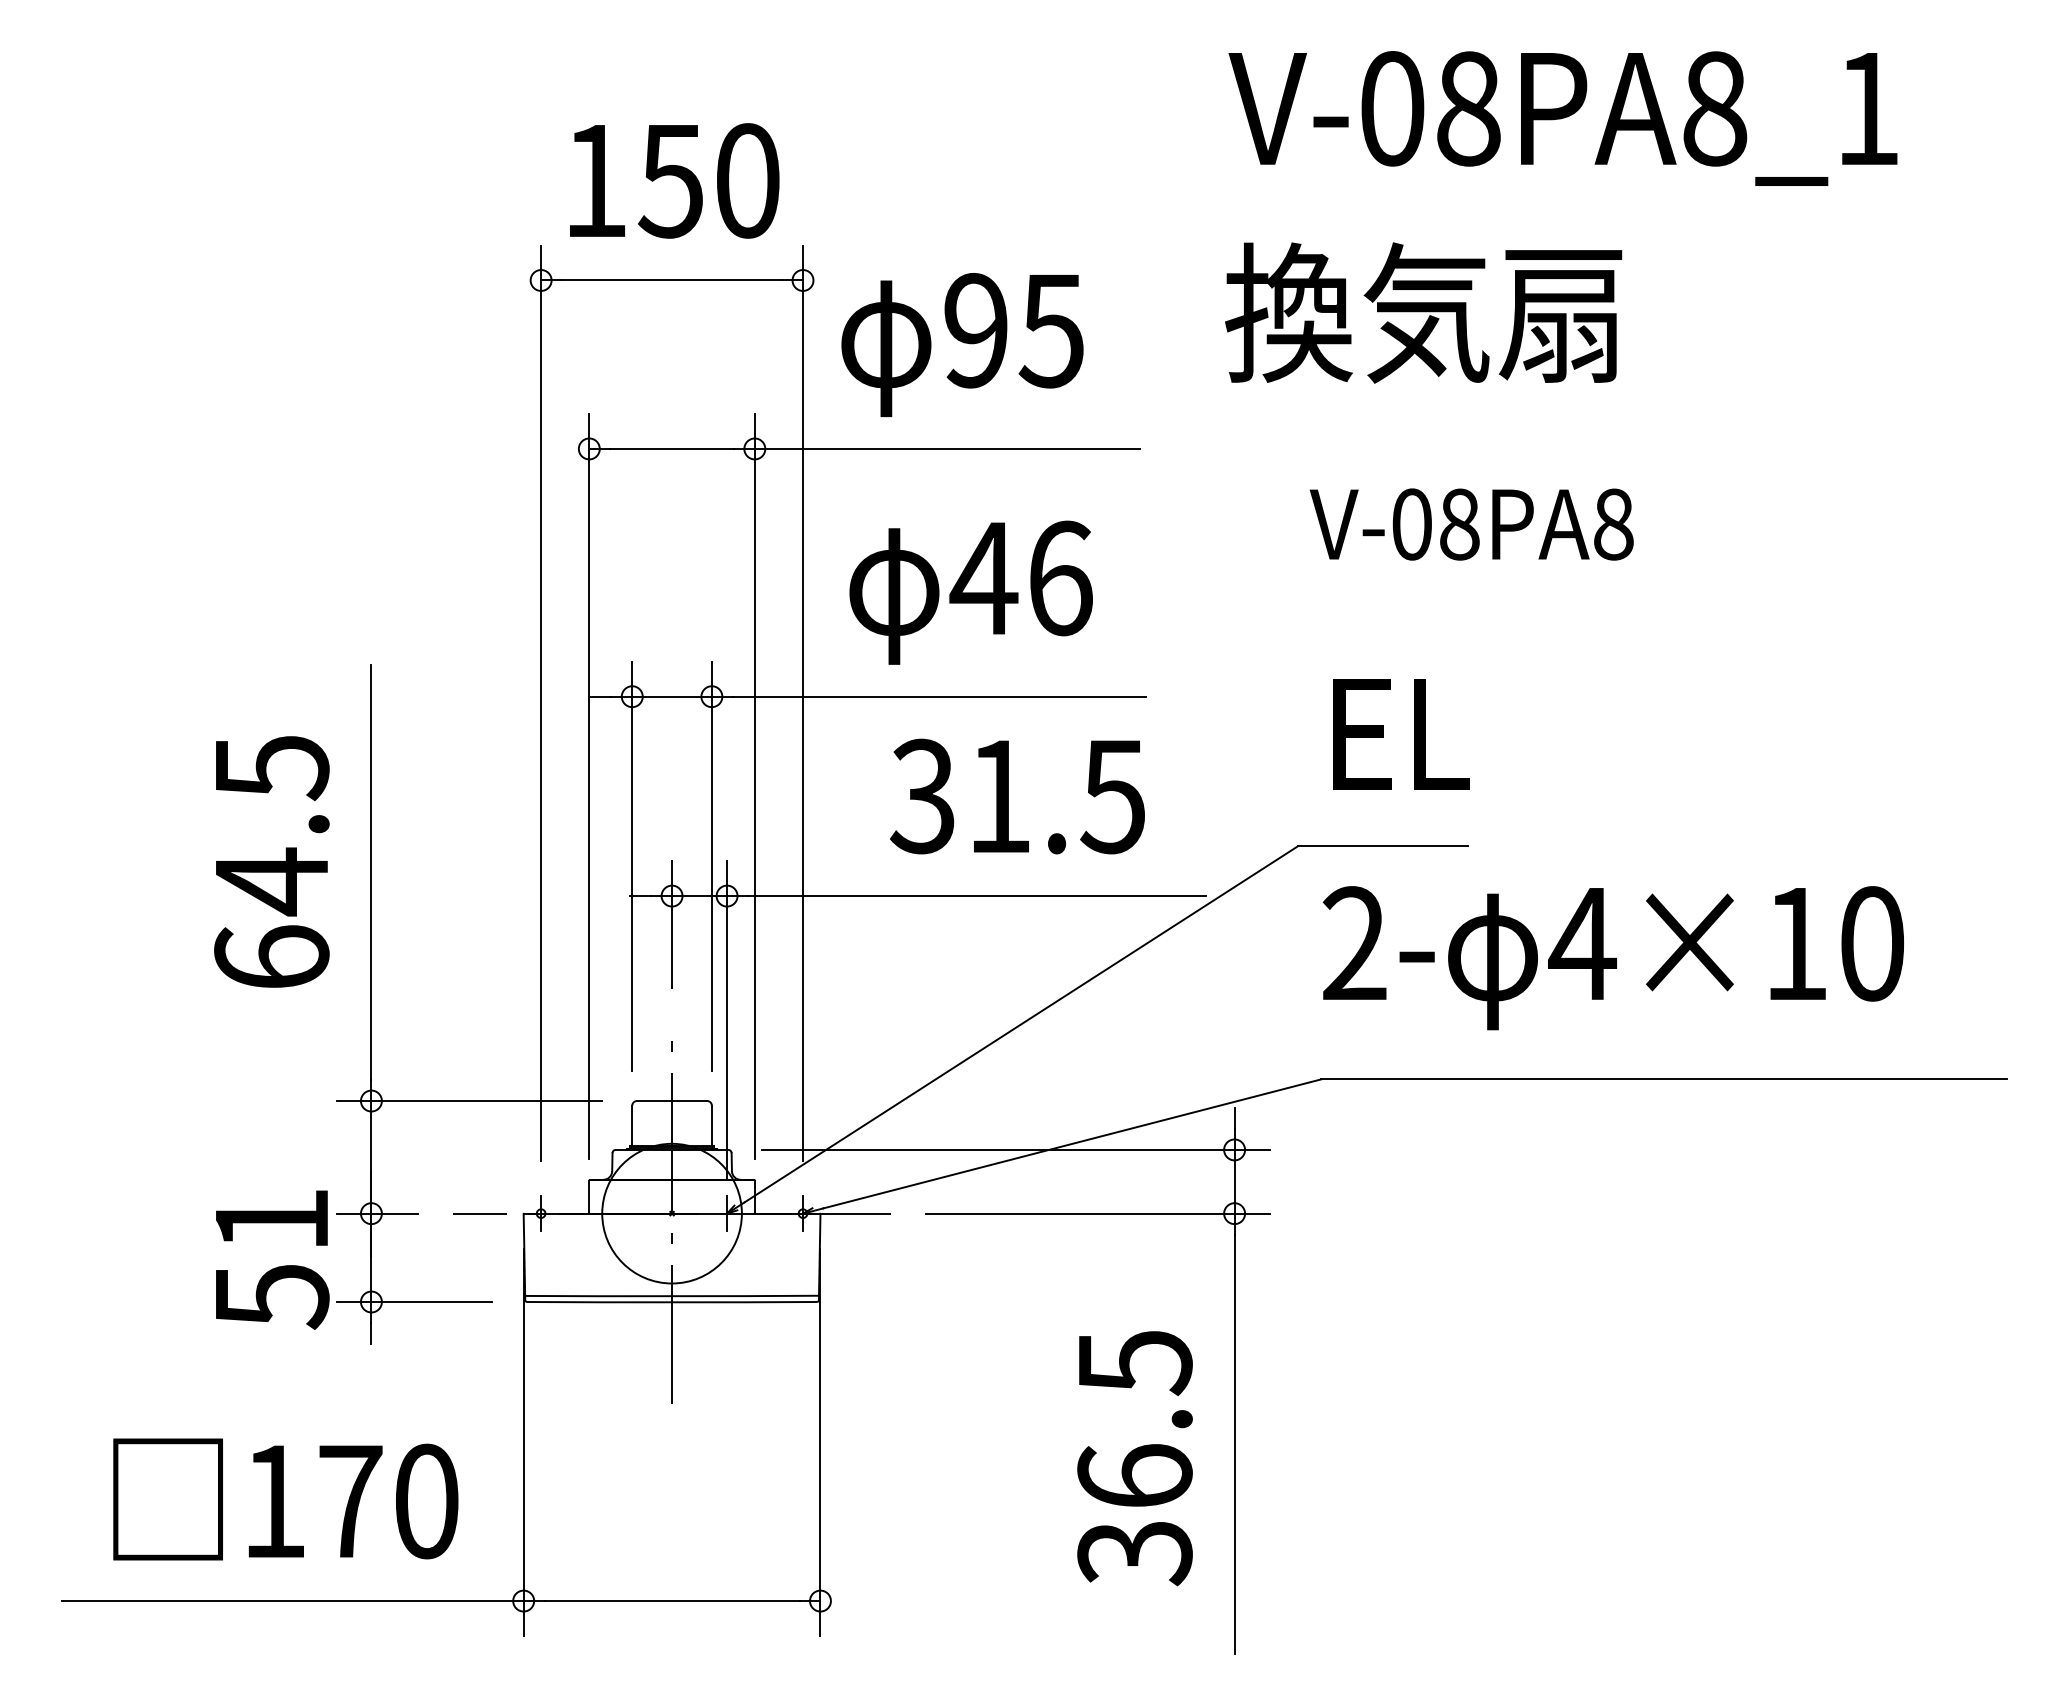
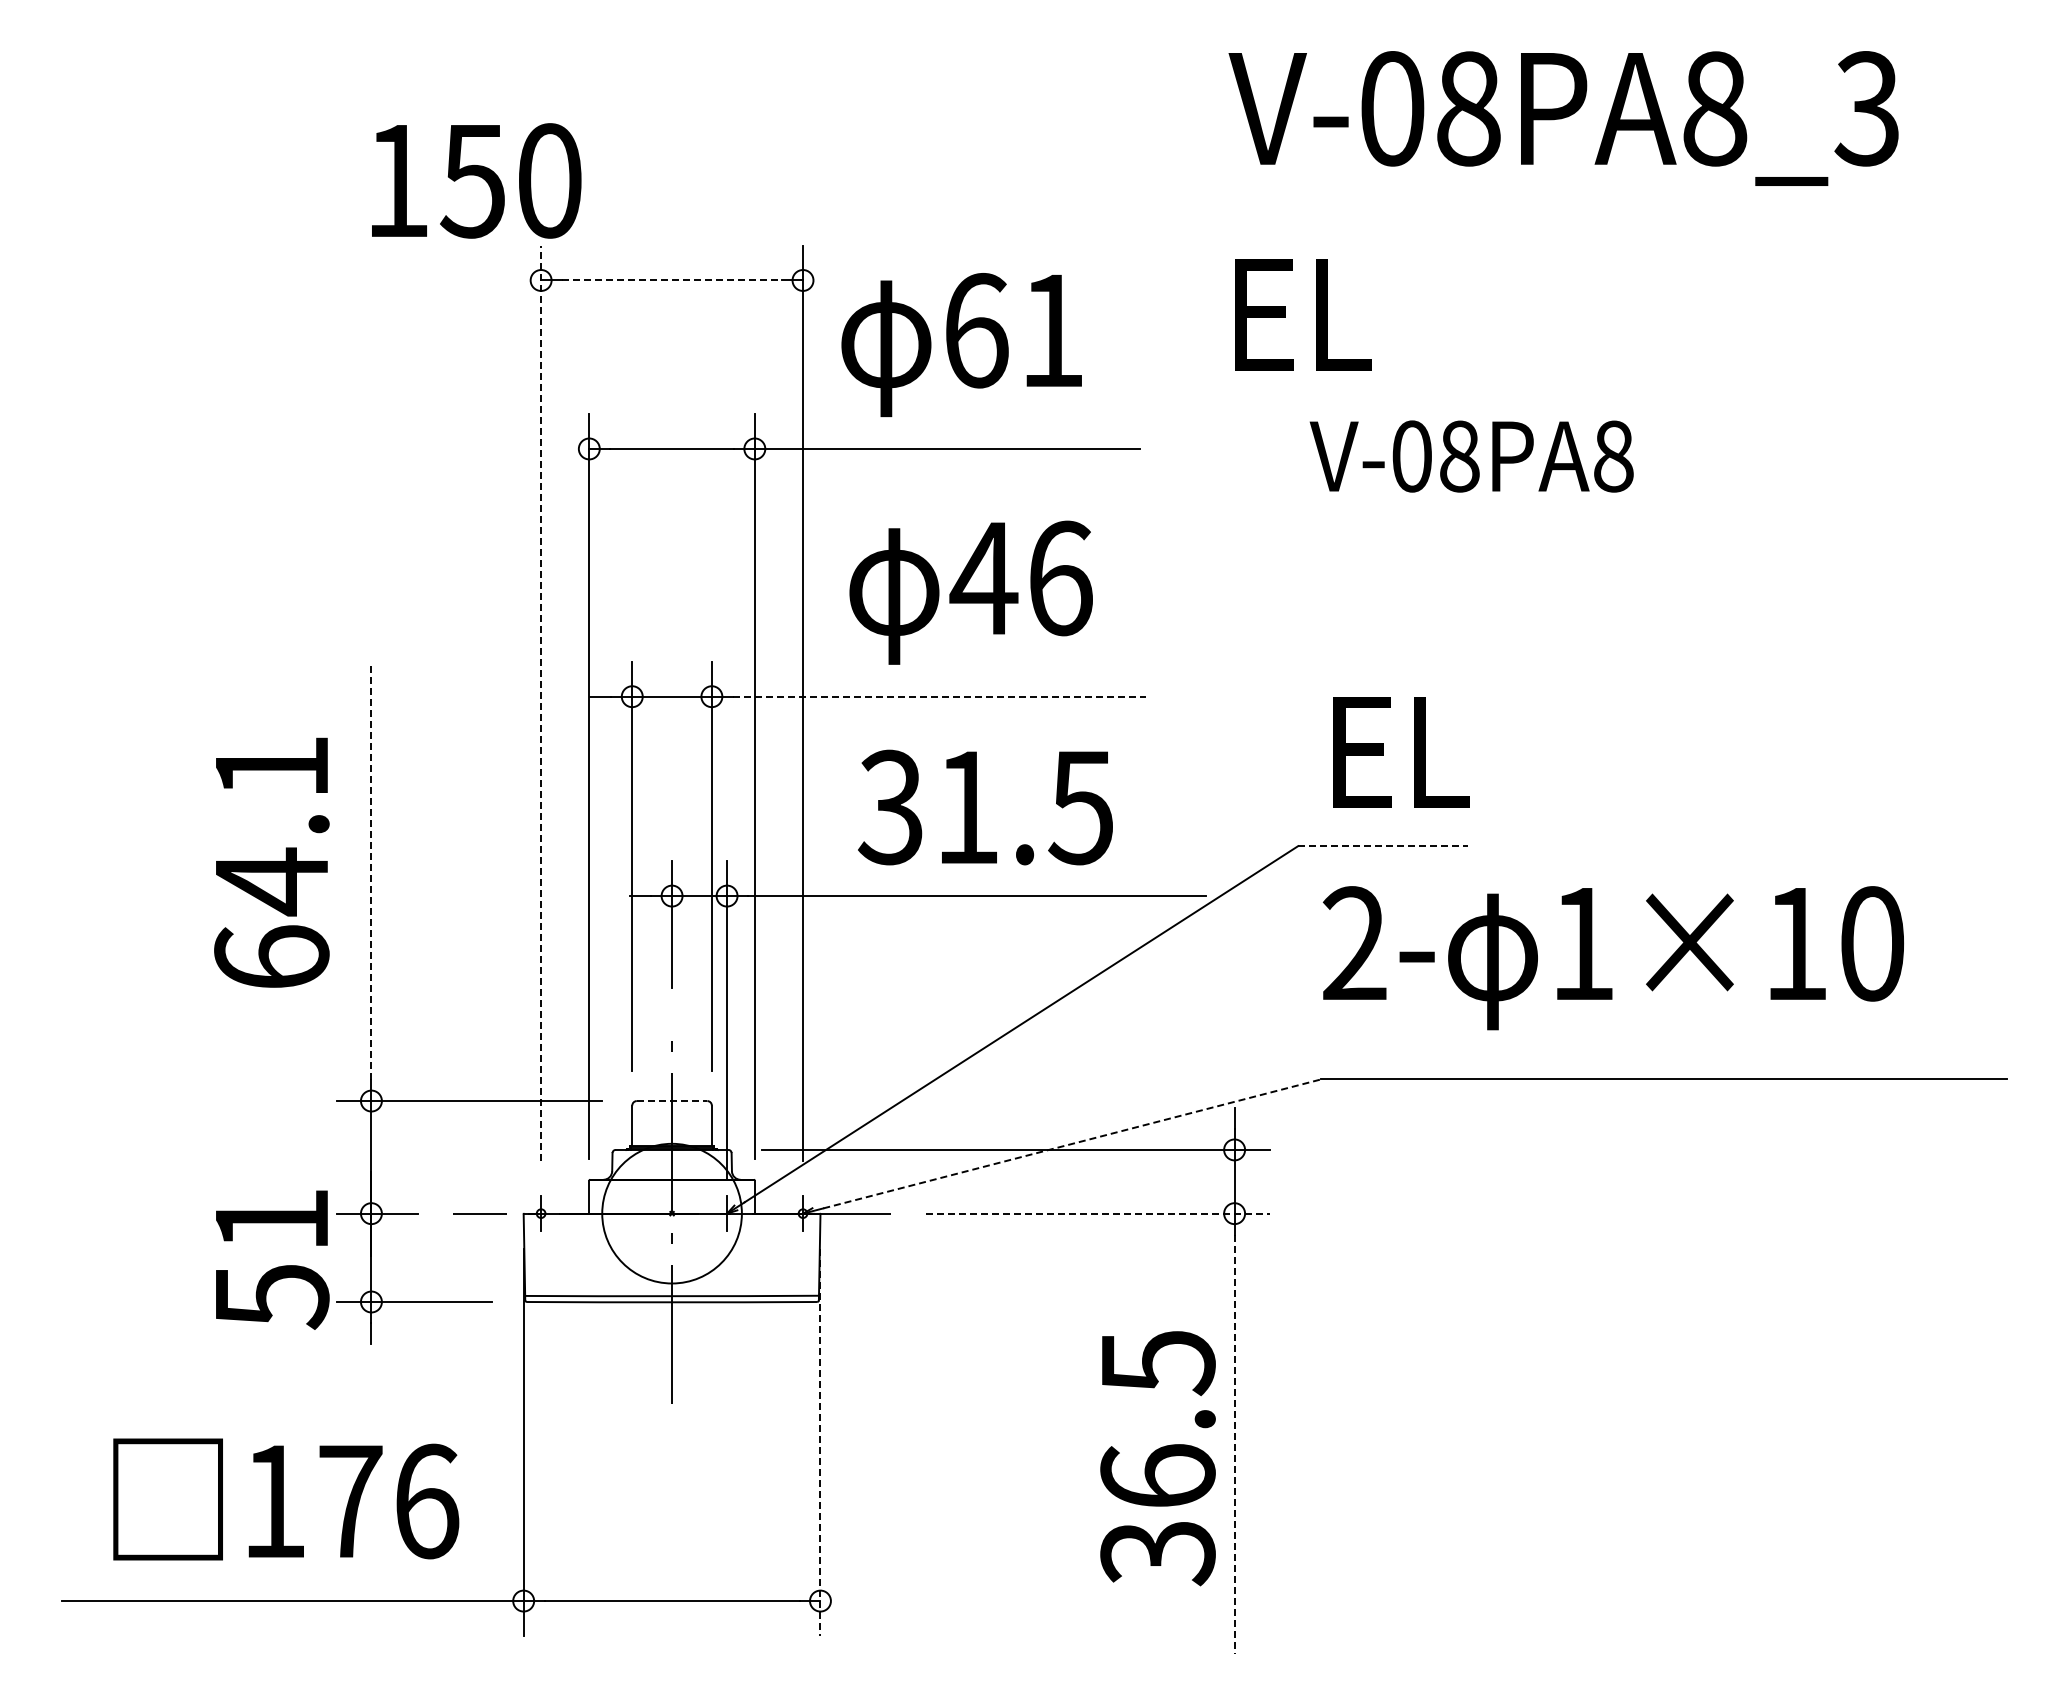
text at (1866, 108): V-08PA8_1 -> V-08PA8_3
text at (674, 180) position: (674, 180) -> (476, 180)
line at (672, 280): solid -> dashed
text at (1423, 312): 換気扇 -> EL
text at (1013, 330): 95 -> 61
text at (1471, 524) position: (1471, 524) -> (1471, 456)
line at (939, 696): solid -> dashed
line at (541, 703): solid -> dashed
text at (1401, 734) position: (1401, 734) -> (1401, 752)
text at (272, 768): 64.5 -> 64.1
text at (1017, 796) position: (1017, 796) -> (985, 807)
line at (1382, 846): solid -> dashed
line at (371, 872): solid -> dashed
text at (1582, 943): 4×10 -> 1×10
line at (672, 1101): solid -> dashed
line at (1072, 1143): solid -> dashed
line at (1097, 1213): solid -> dashed
line at (820, 1443): solid -> dashed
line at (1234, 1444): solid -> dashed
text at (1134, 1458) position: (1134, 1458) -> (1157, 1458)
text at (427, 1501): 170 -> 176
